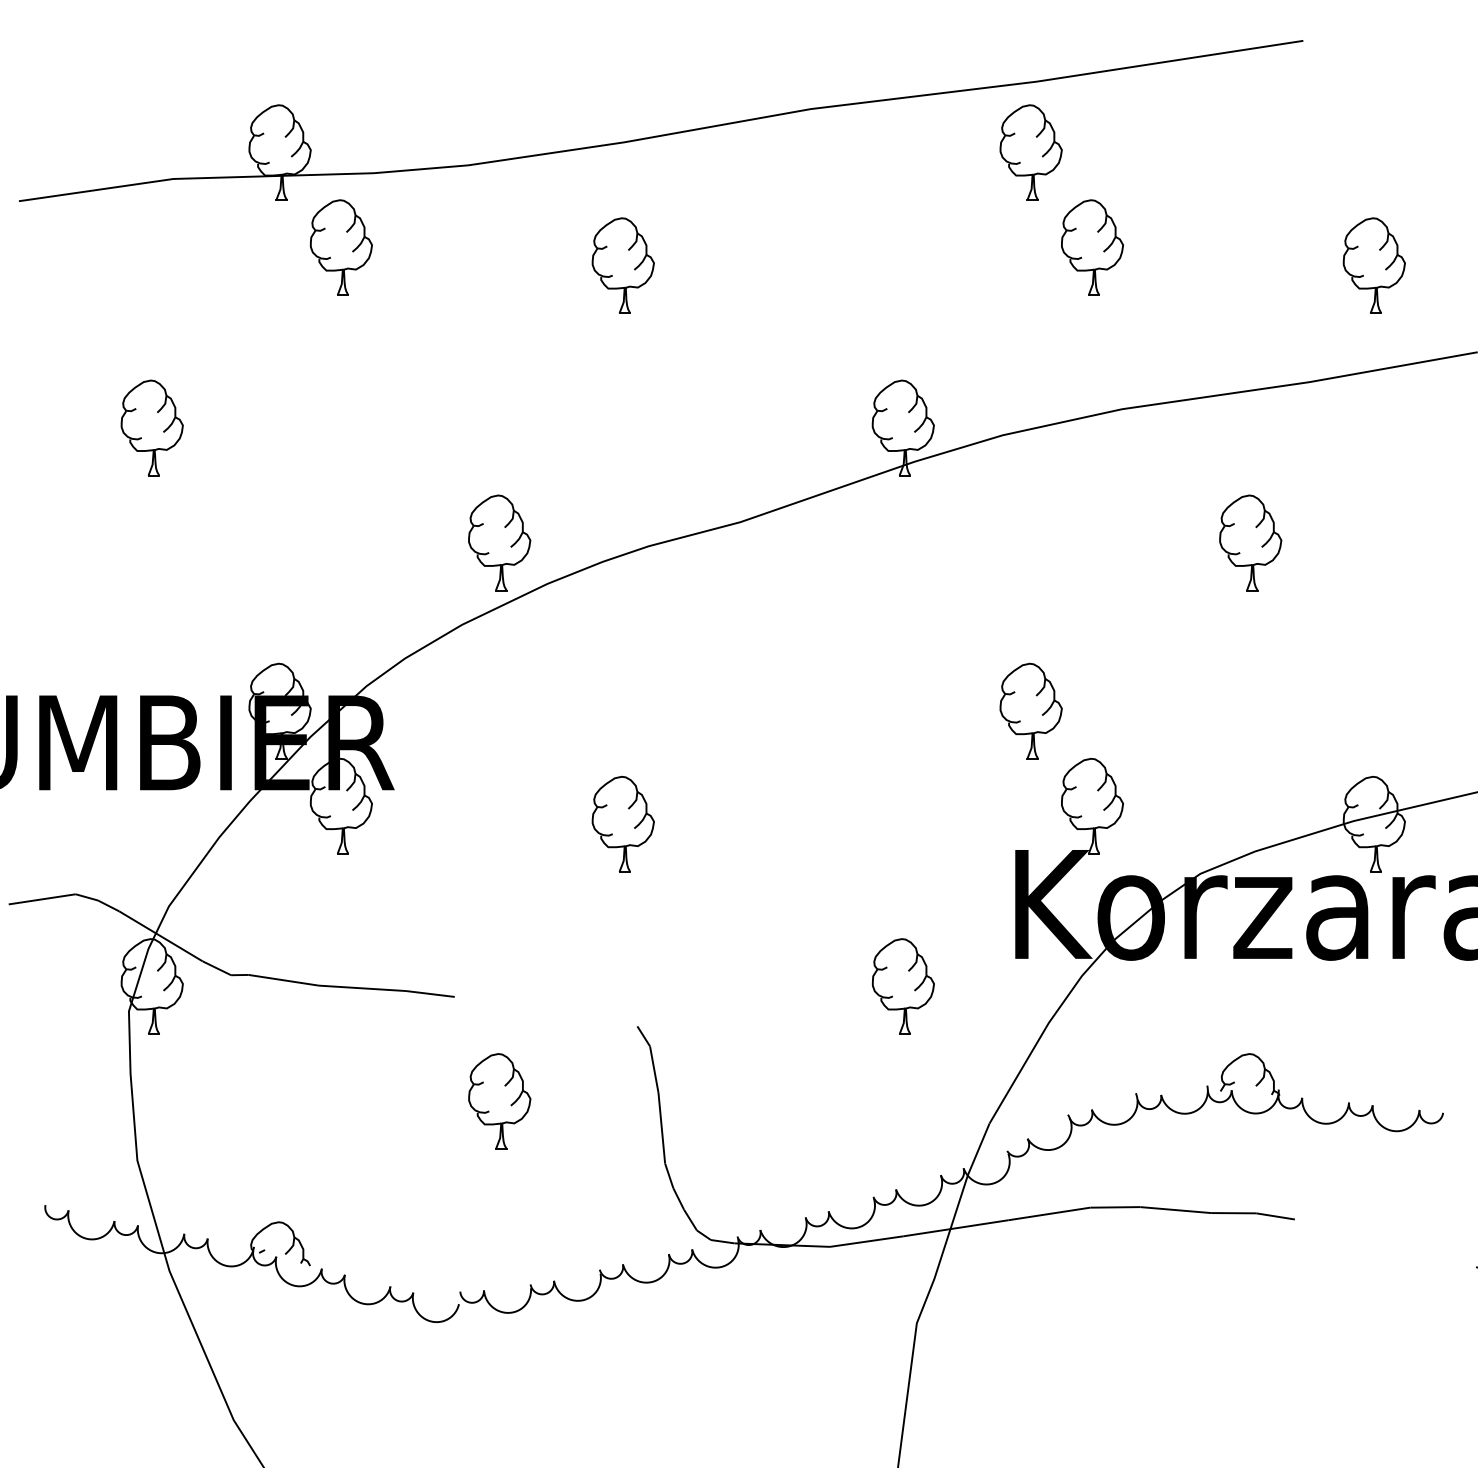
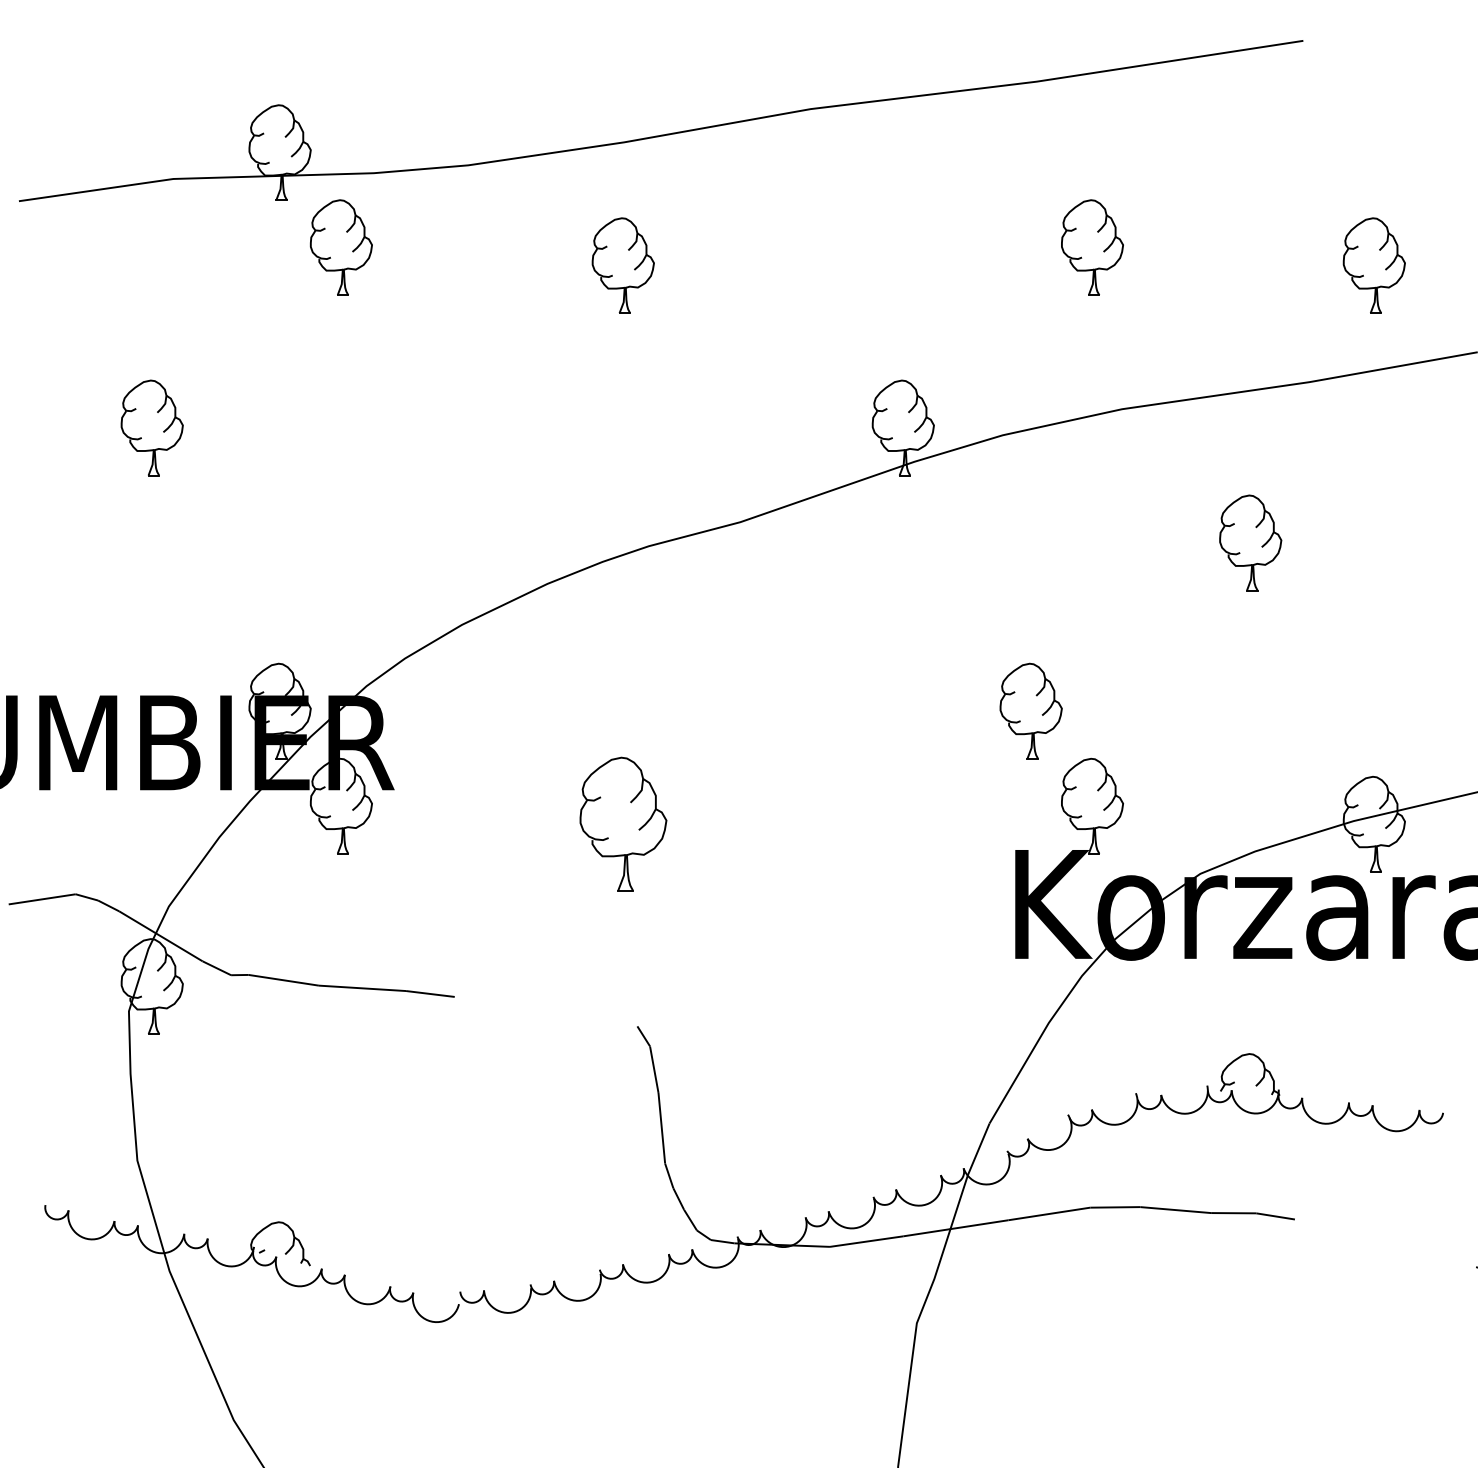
part at (1030, 152): present -> none
part at (499, 542): present -> none
part at (622, 824) size: 64x97 px -> 89x136 px
part at (903, 986): present -> none
part at (499, 1101): present -> none
